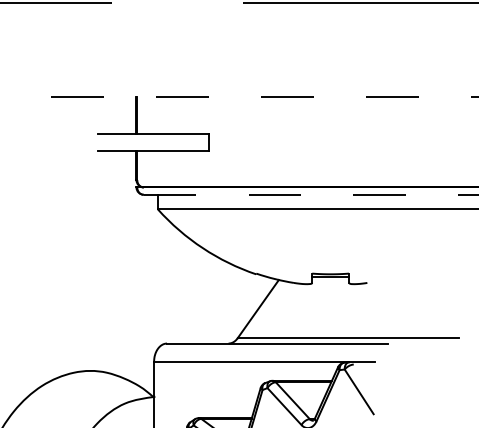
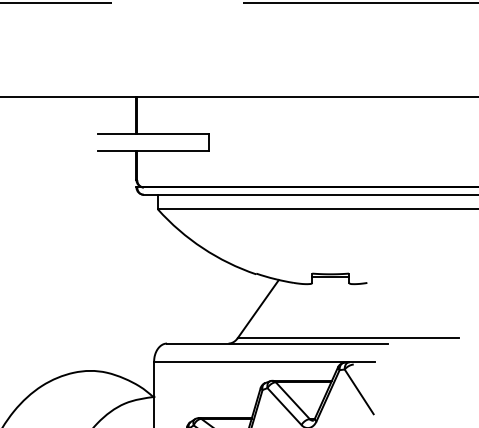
line at (239, 97): dashed -> solid
line at (310, 194): dashed -> solid
